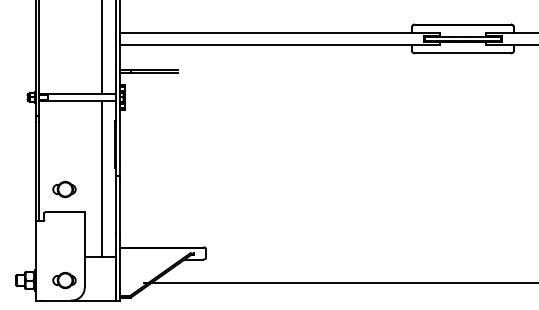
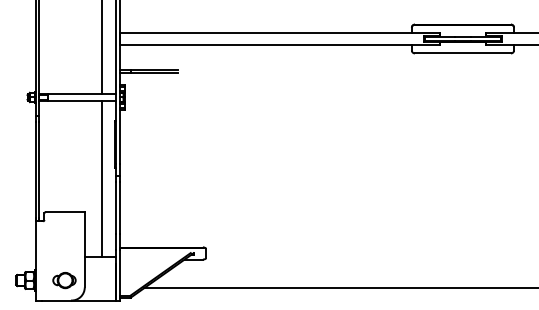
part at (64, 189): present -> none
line at (339, 283) position: (339, 283) -> (339, 288)
